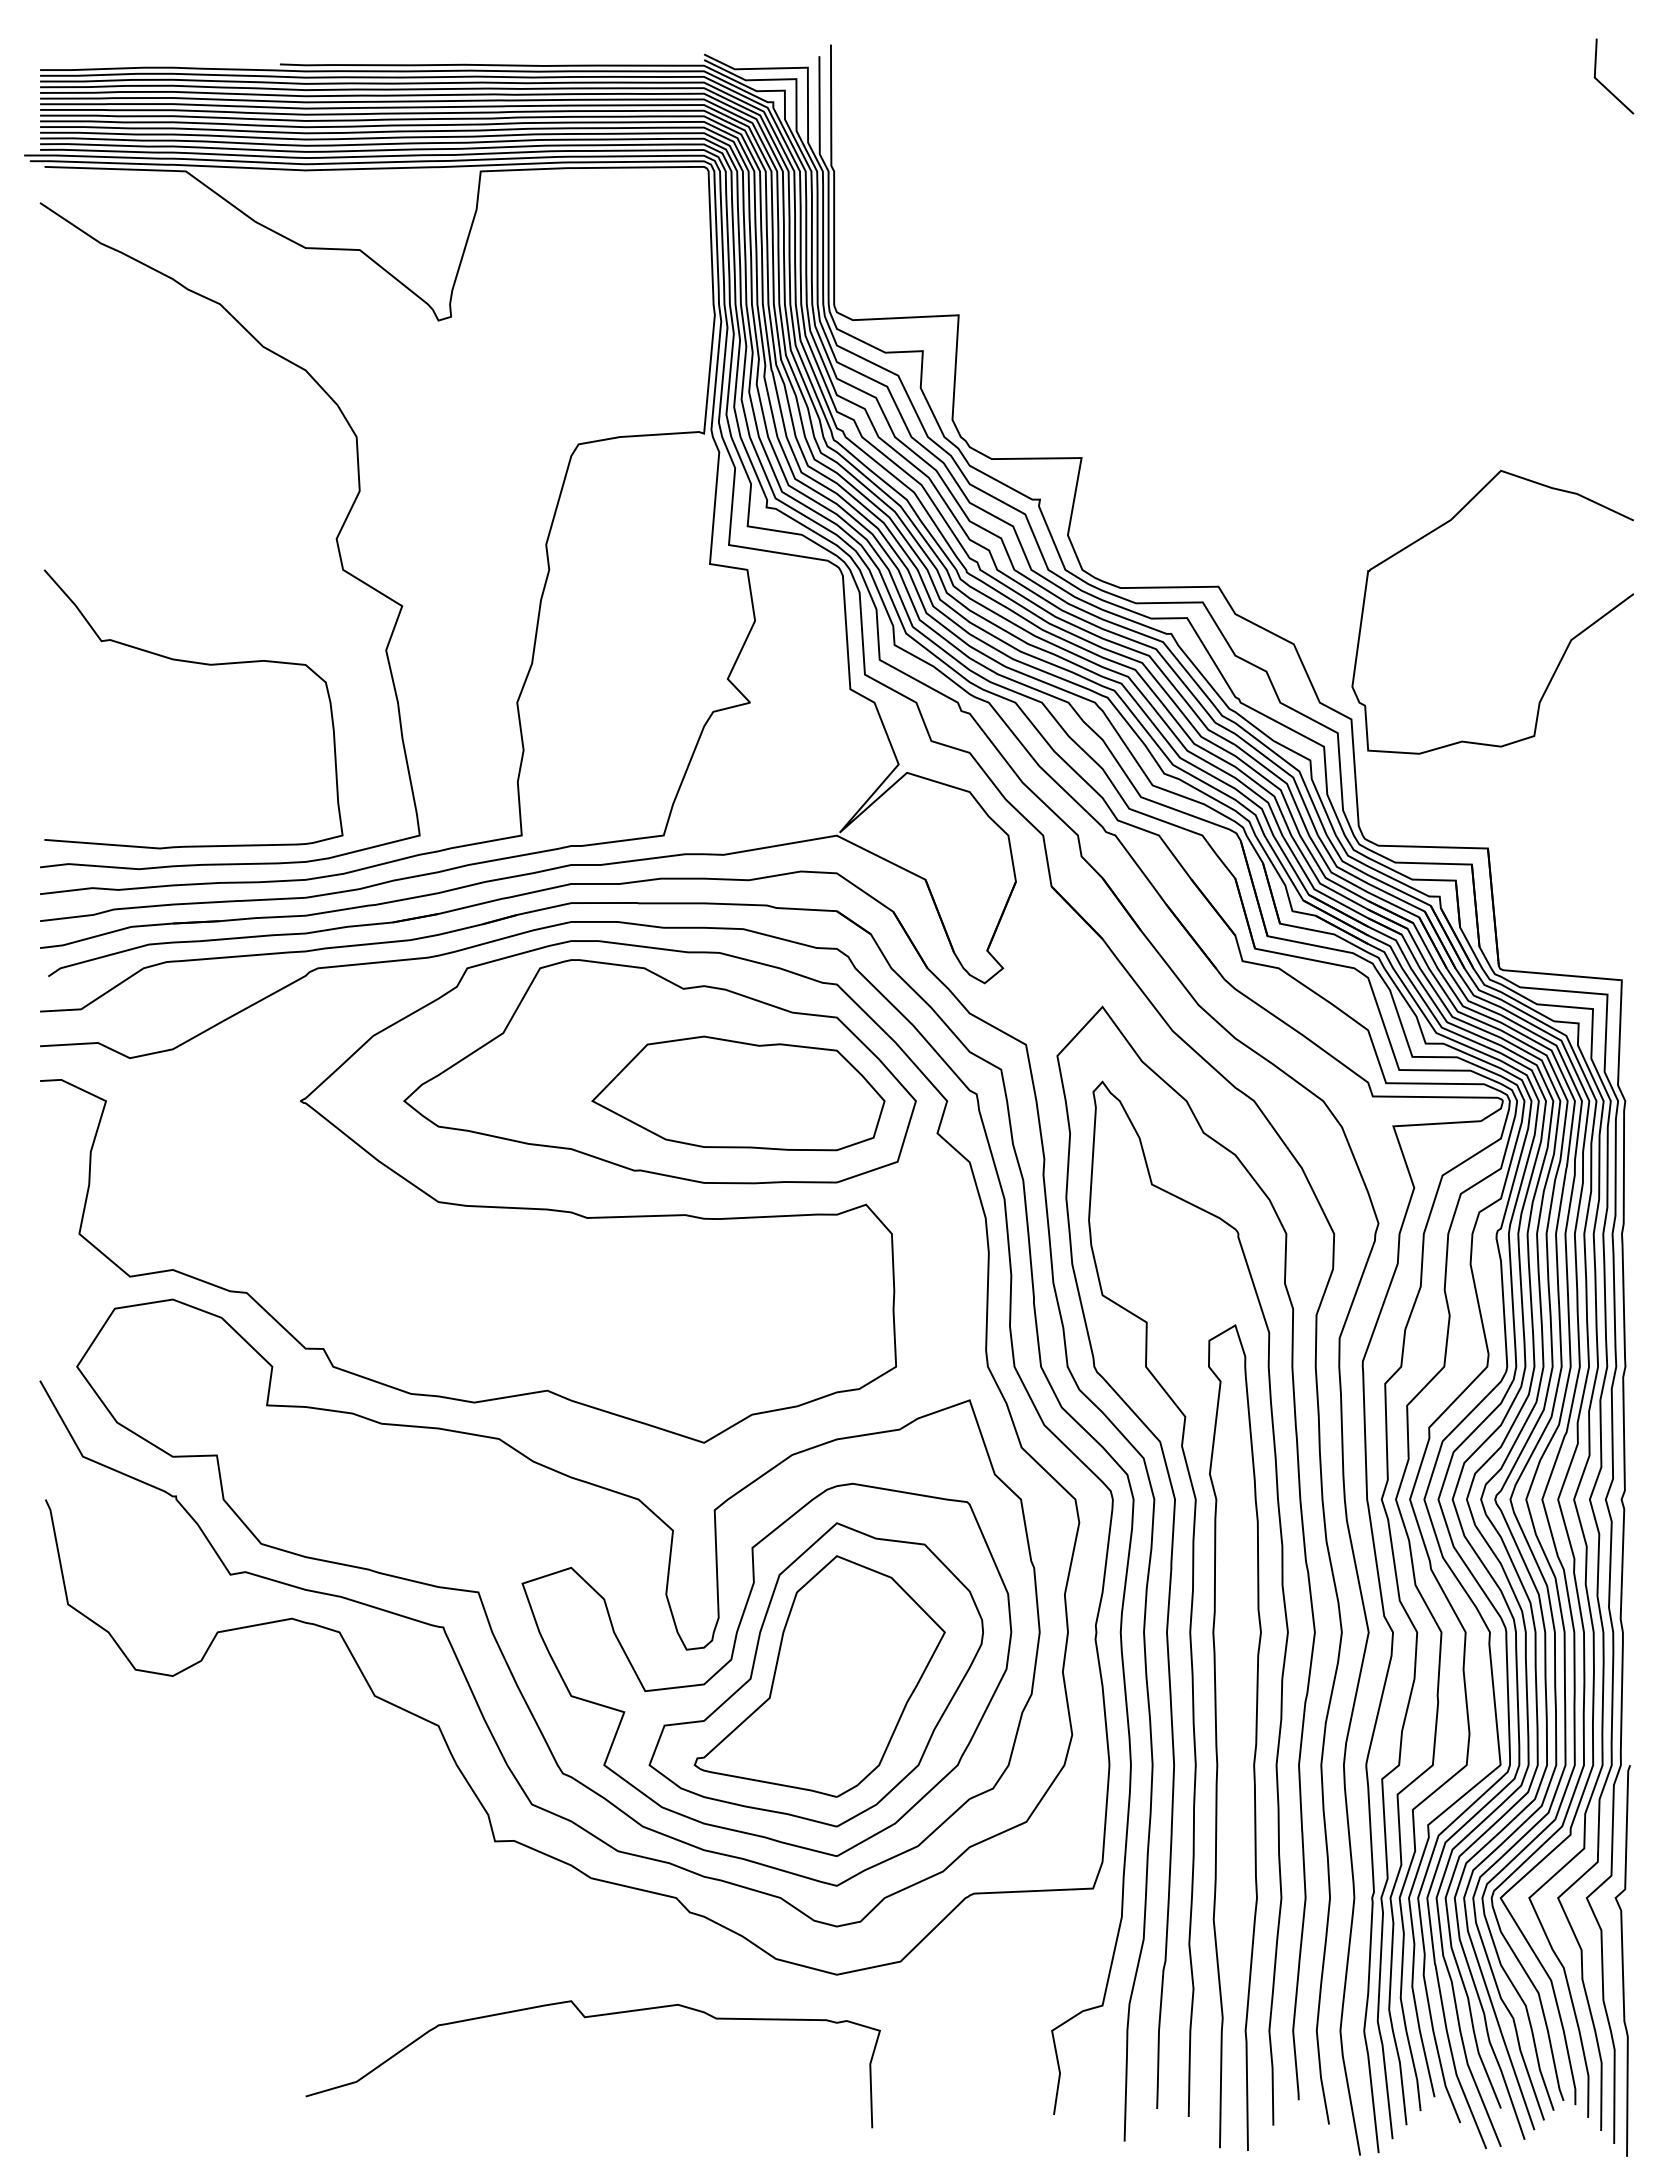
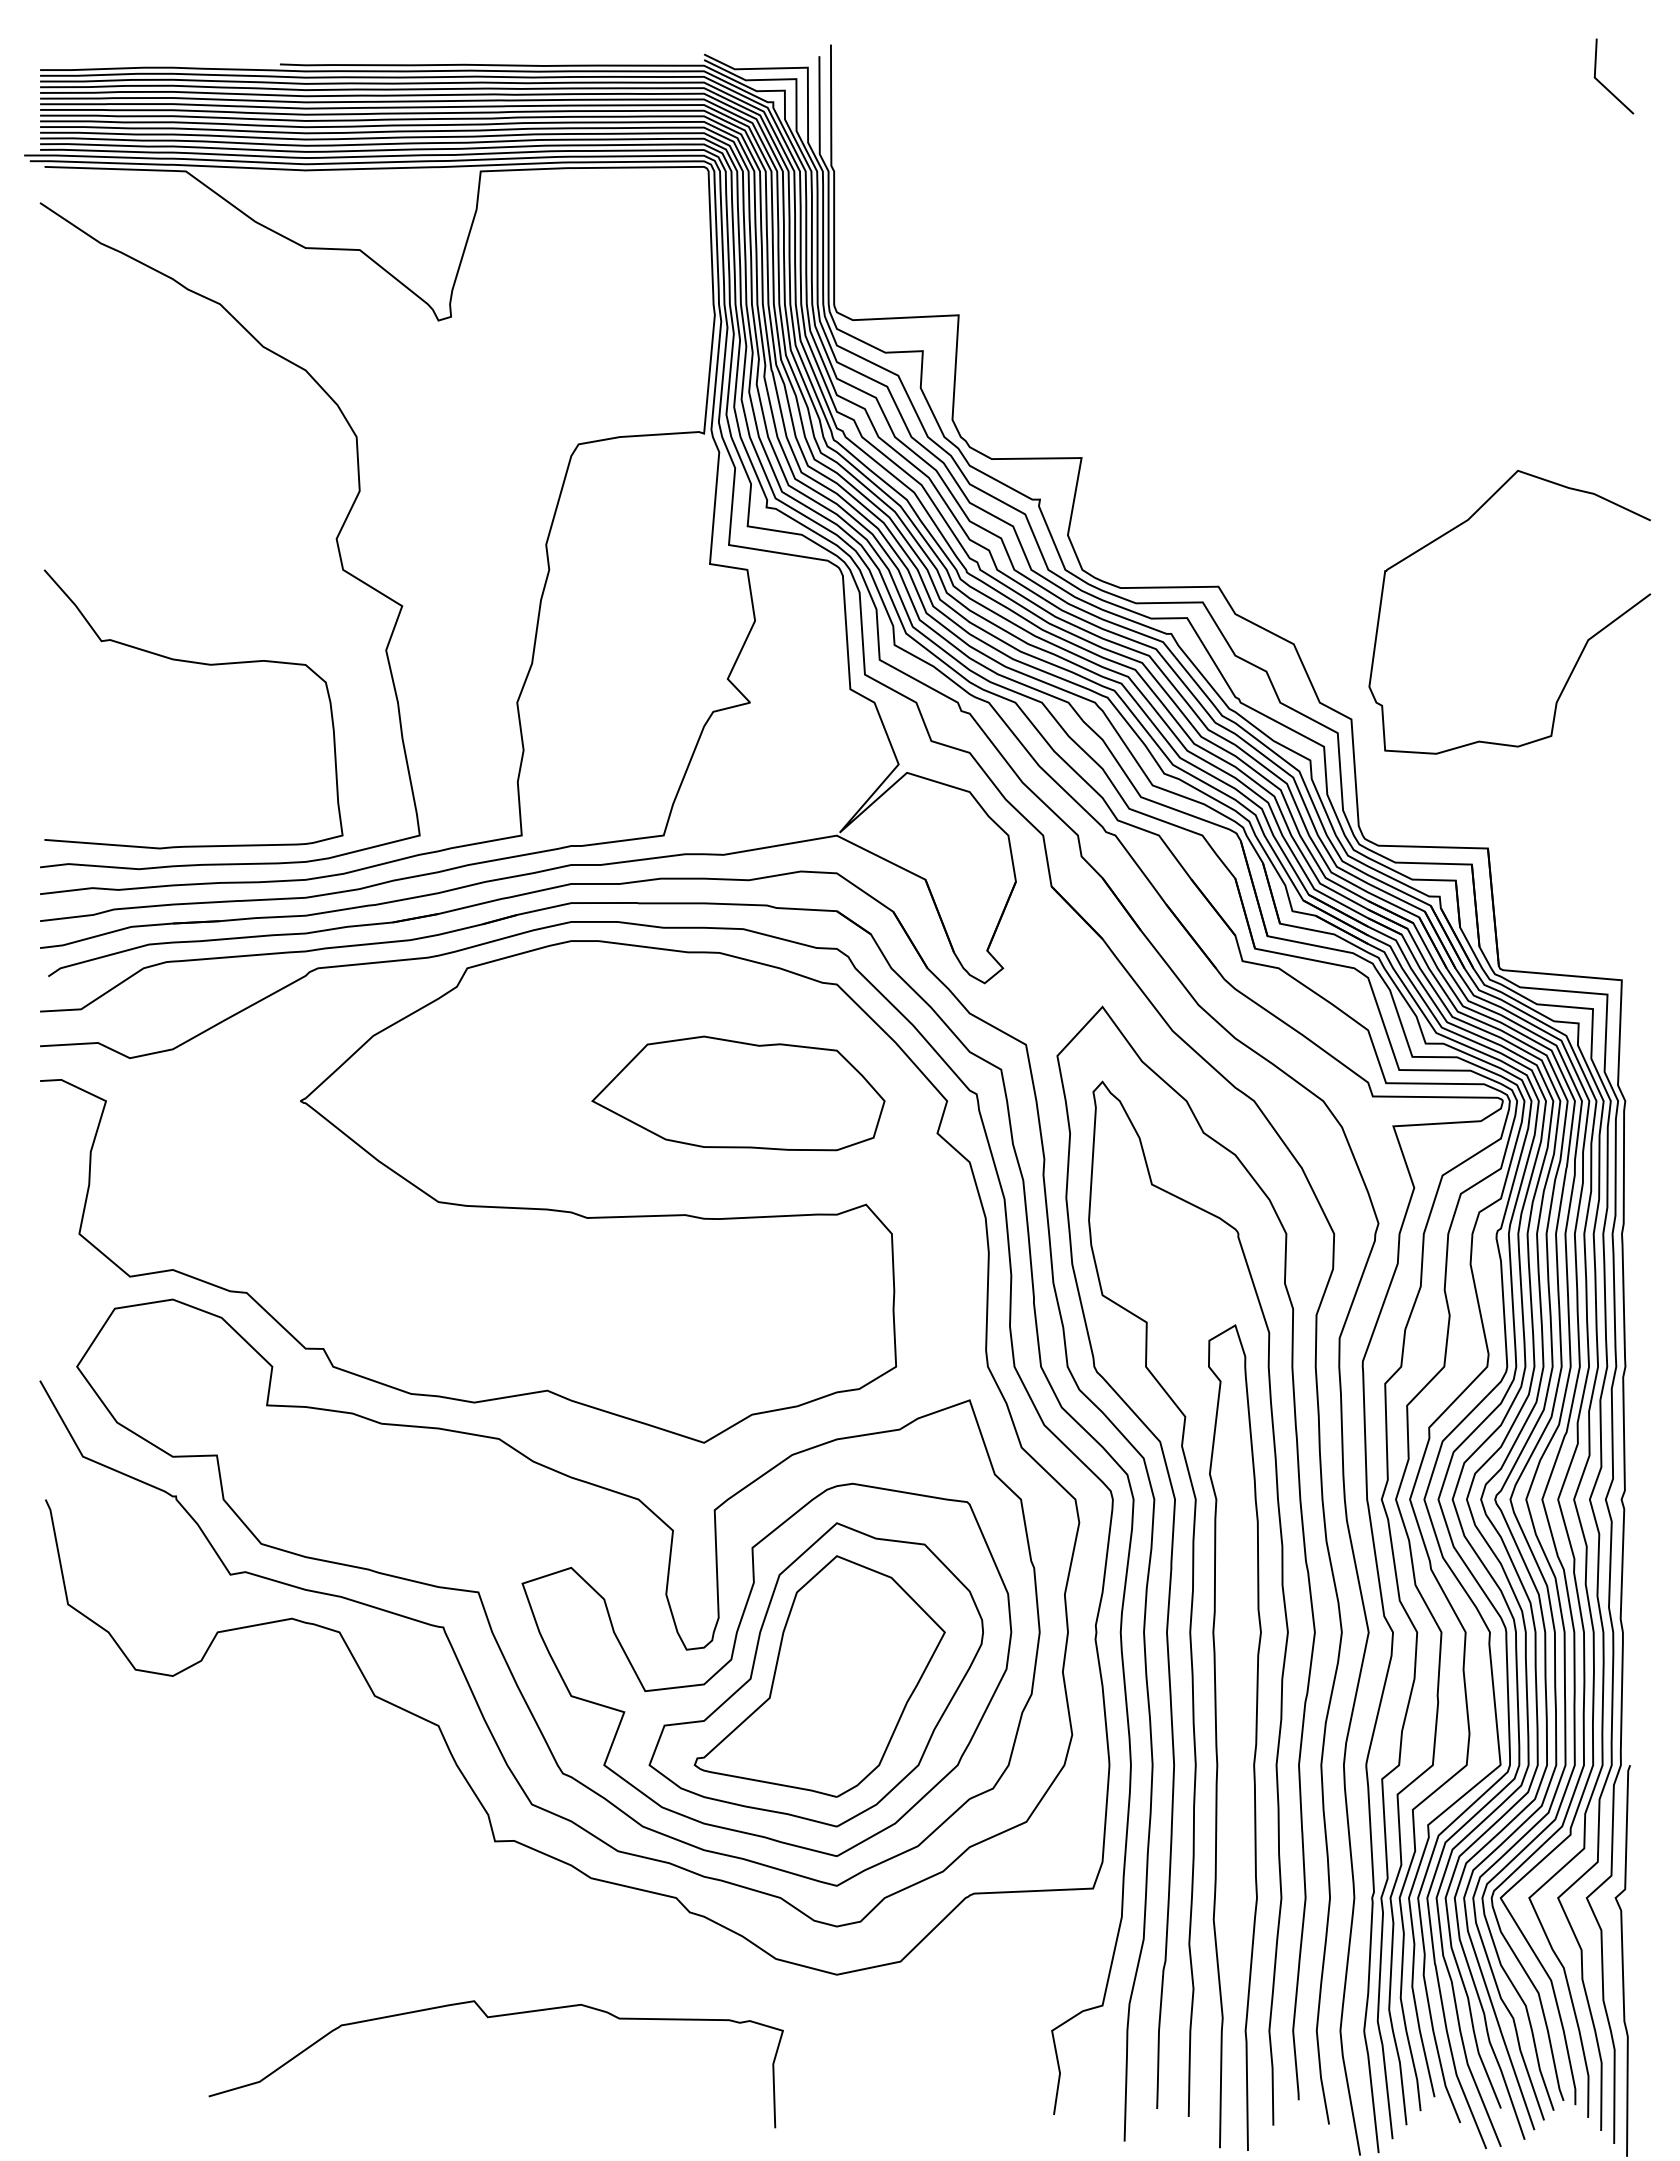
curve at (1565, 649) position: (1565, 649) -> (1582, 649)
part at (659, 1071): present -> none
curve at (585, 2018) position: (585, 2018) -> (488, 2018)
